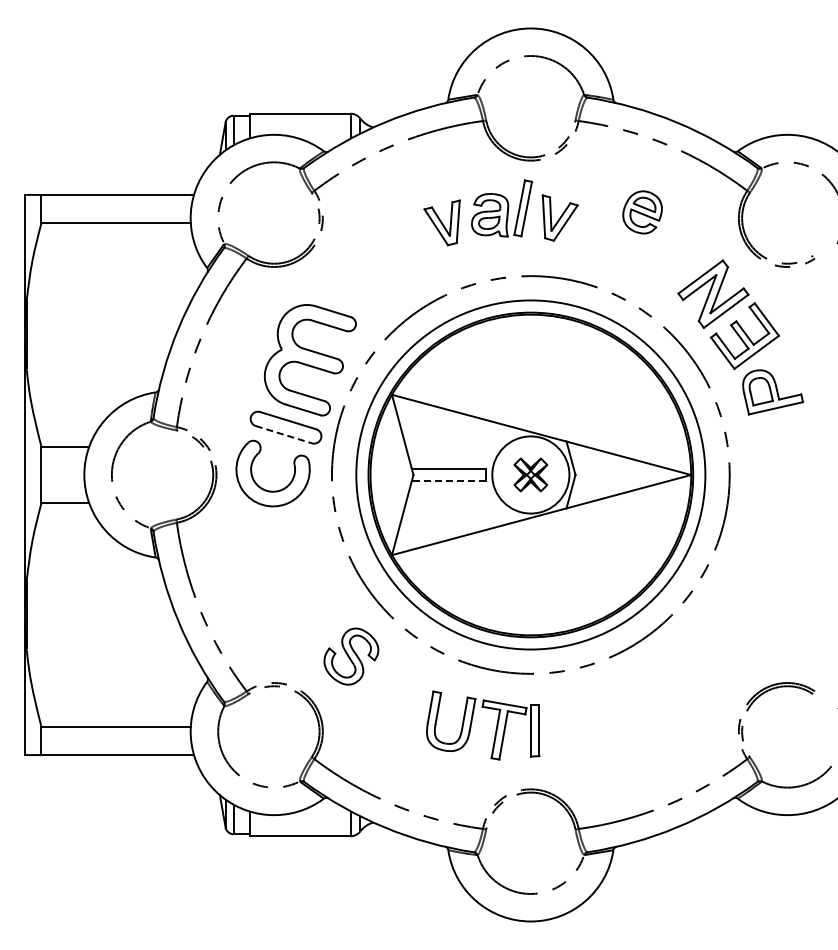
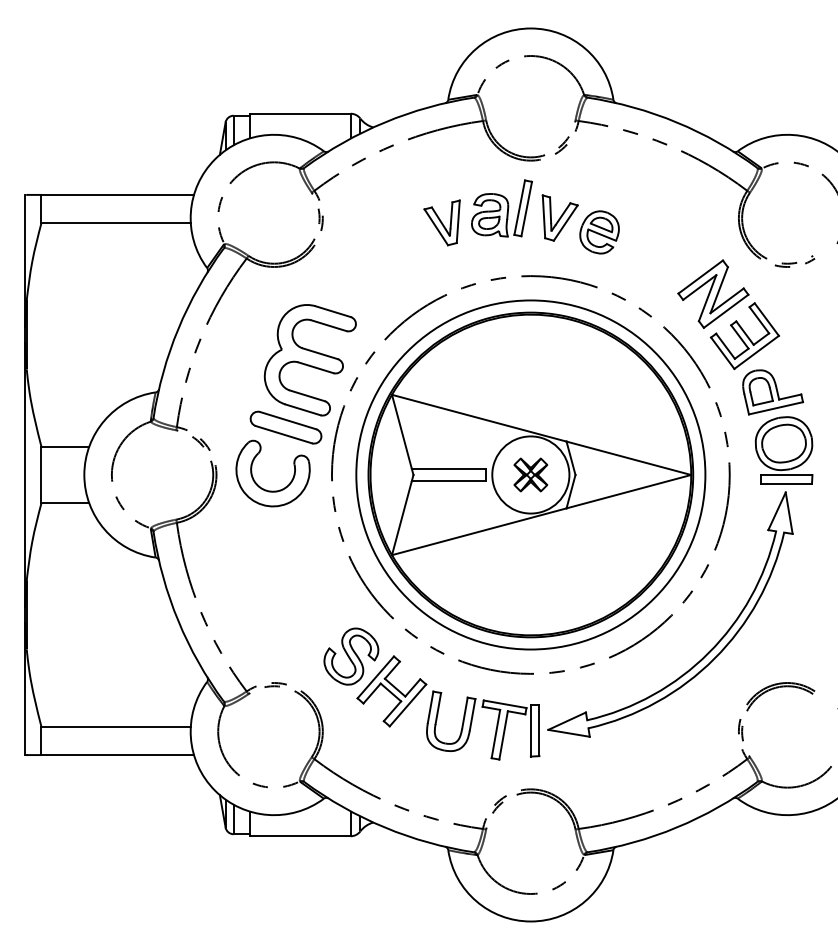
part at (642, 212) position: (642, 212) -> (599, 232)
line at (284, 434): dashed -> solid
line at (448, 481): dashed -> solid
part at (737, 616): none -> present
part at (391, 691): none -> present
